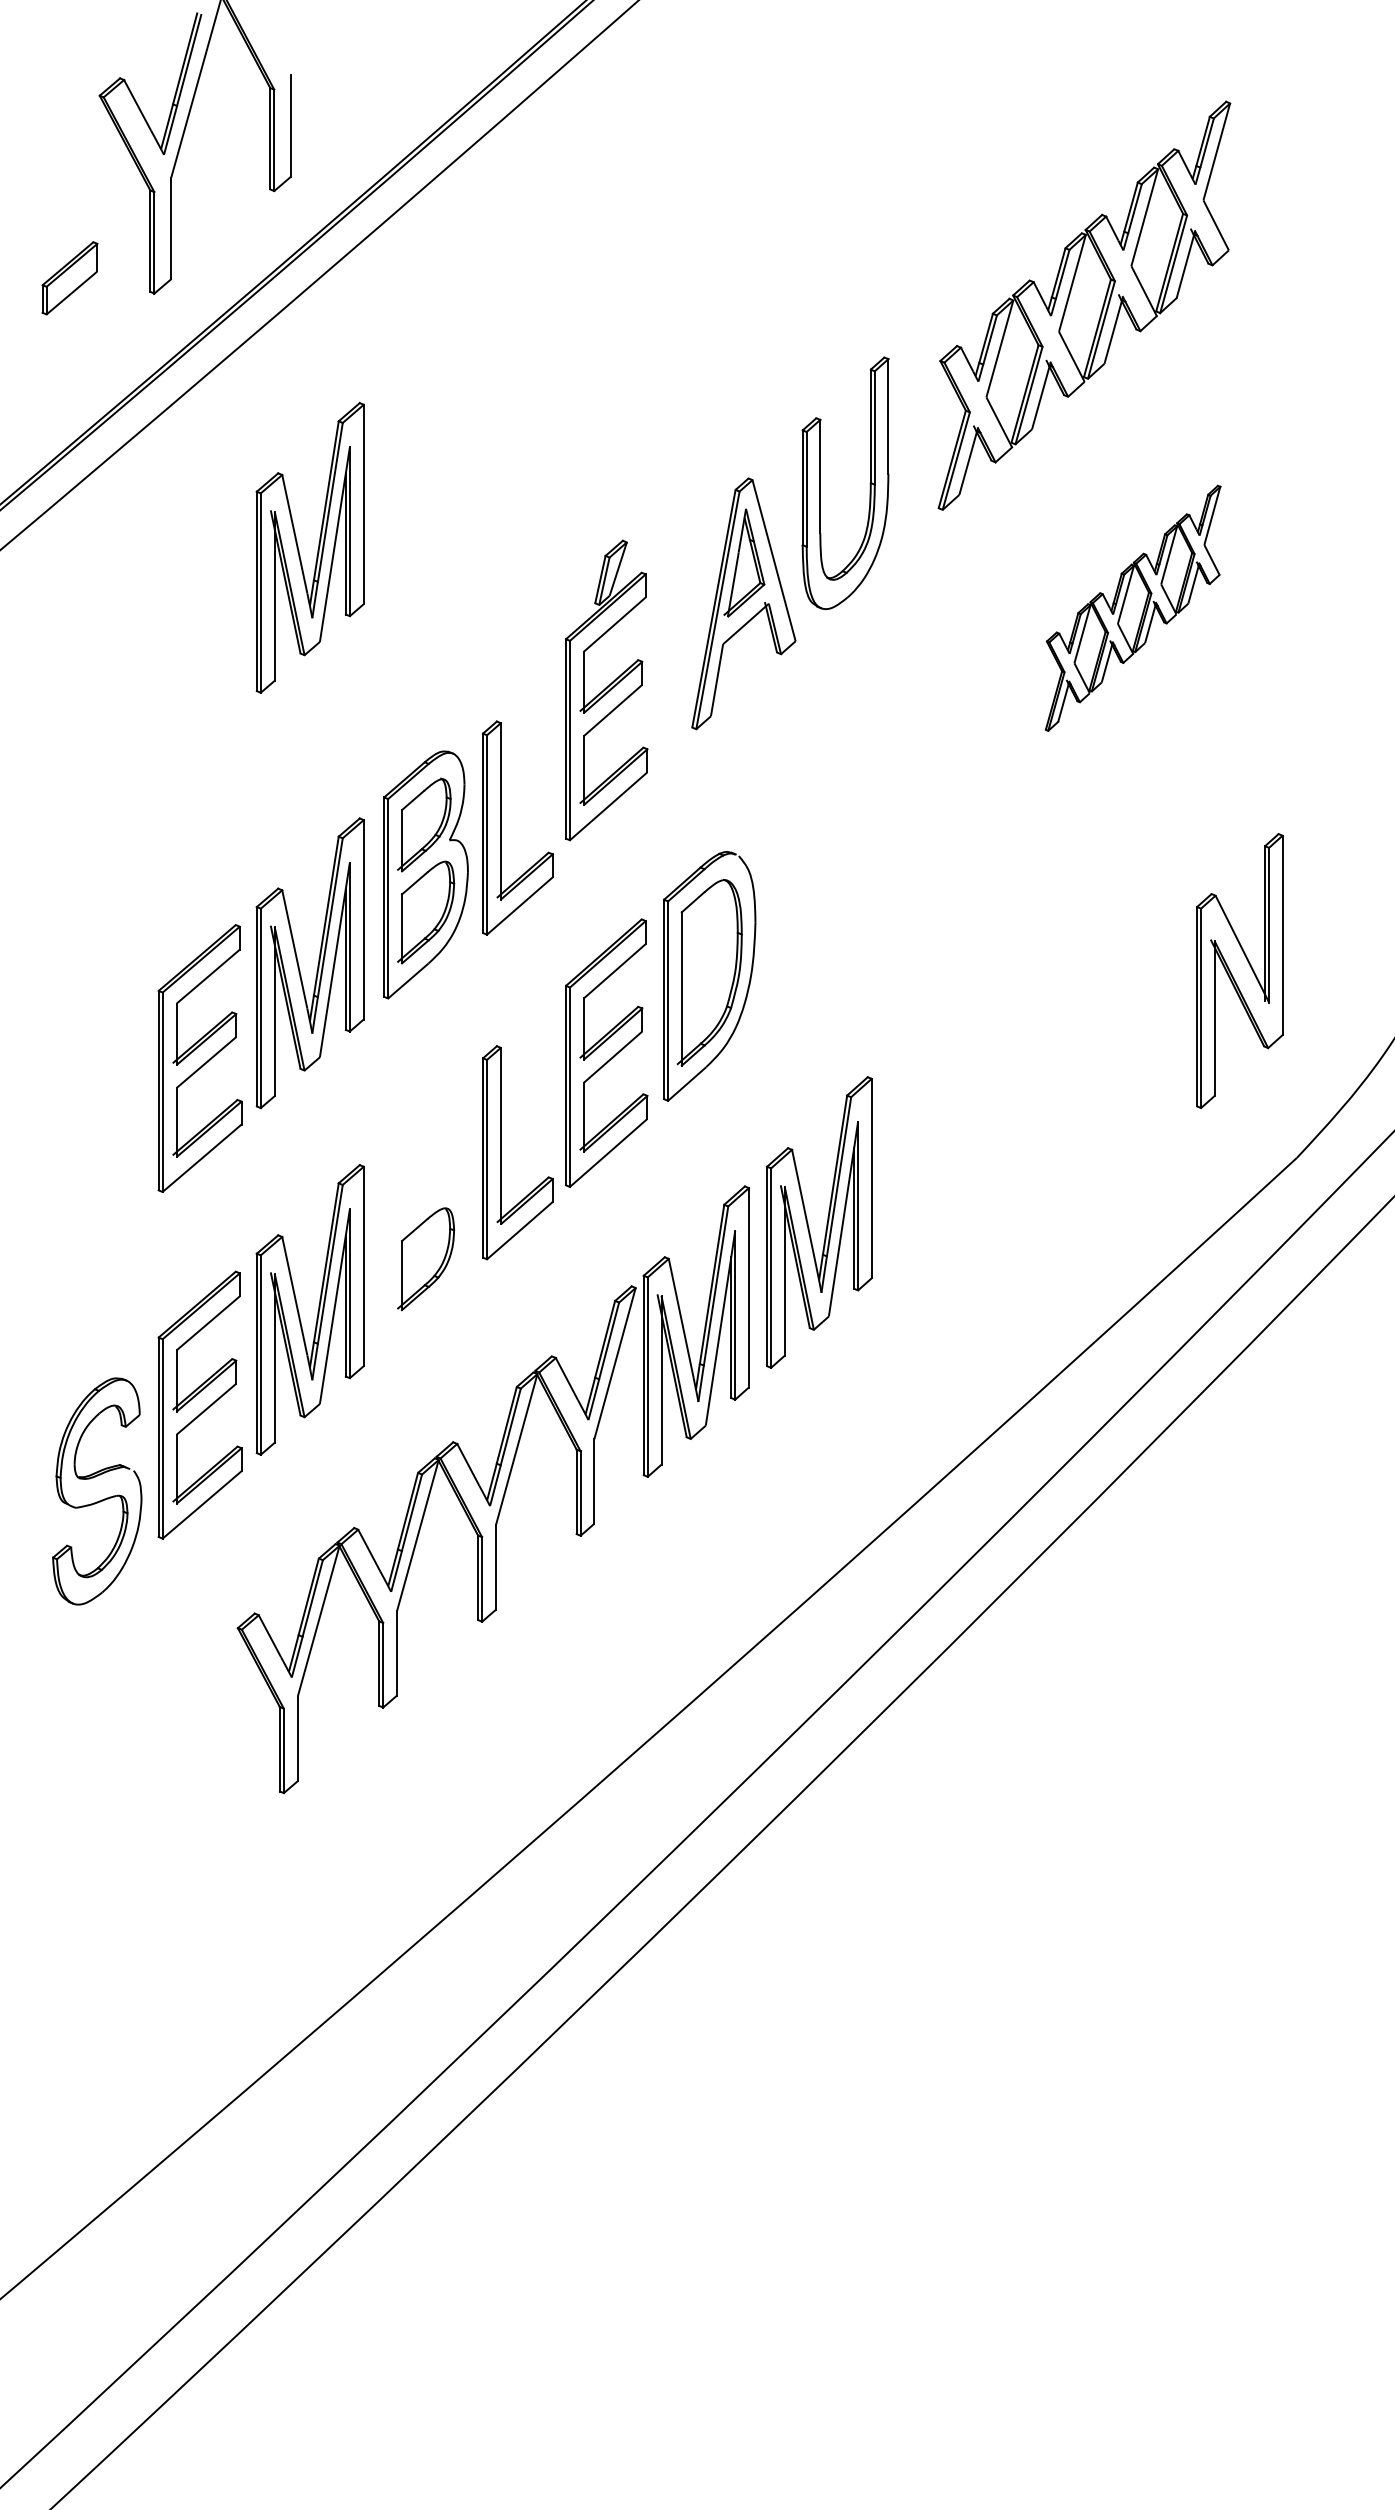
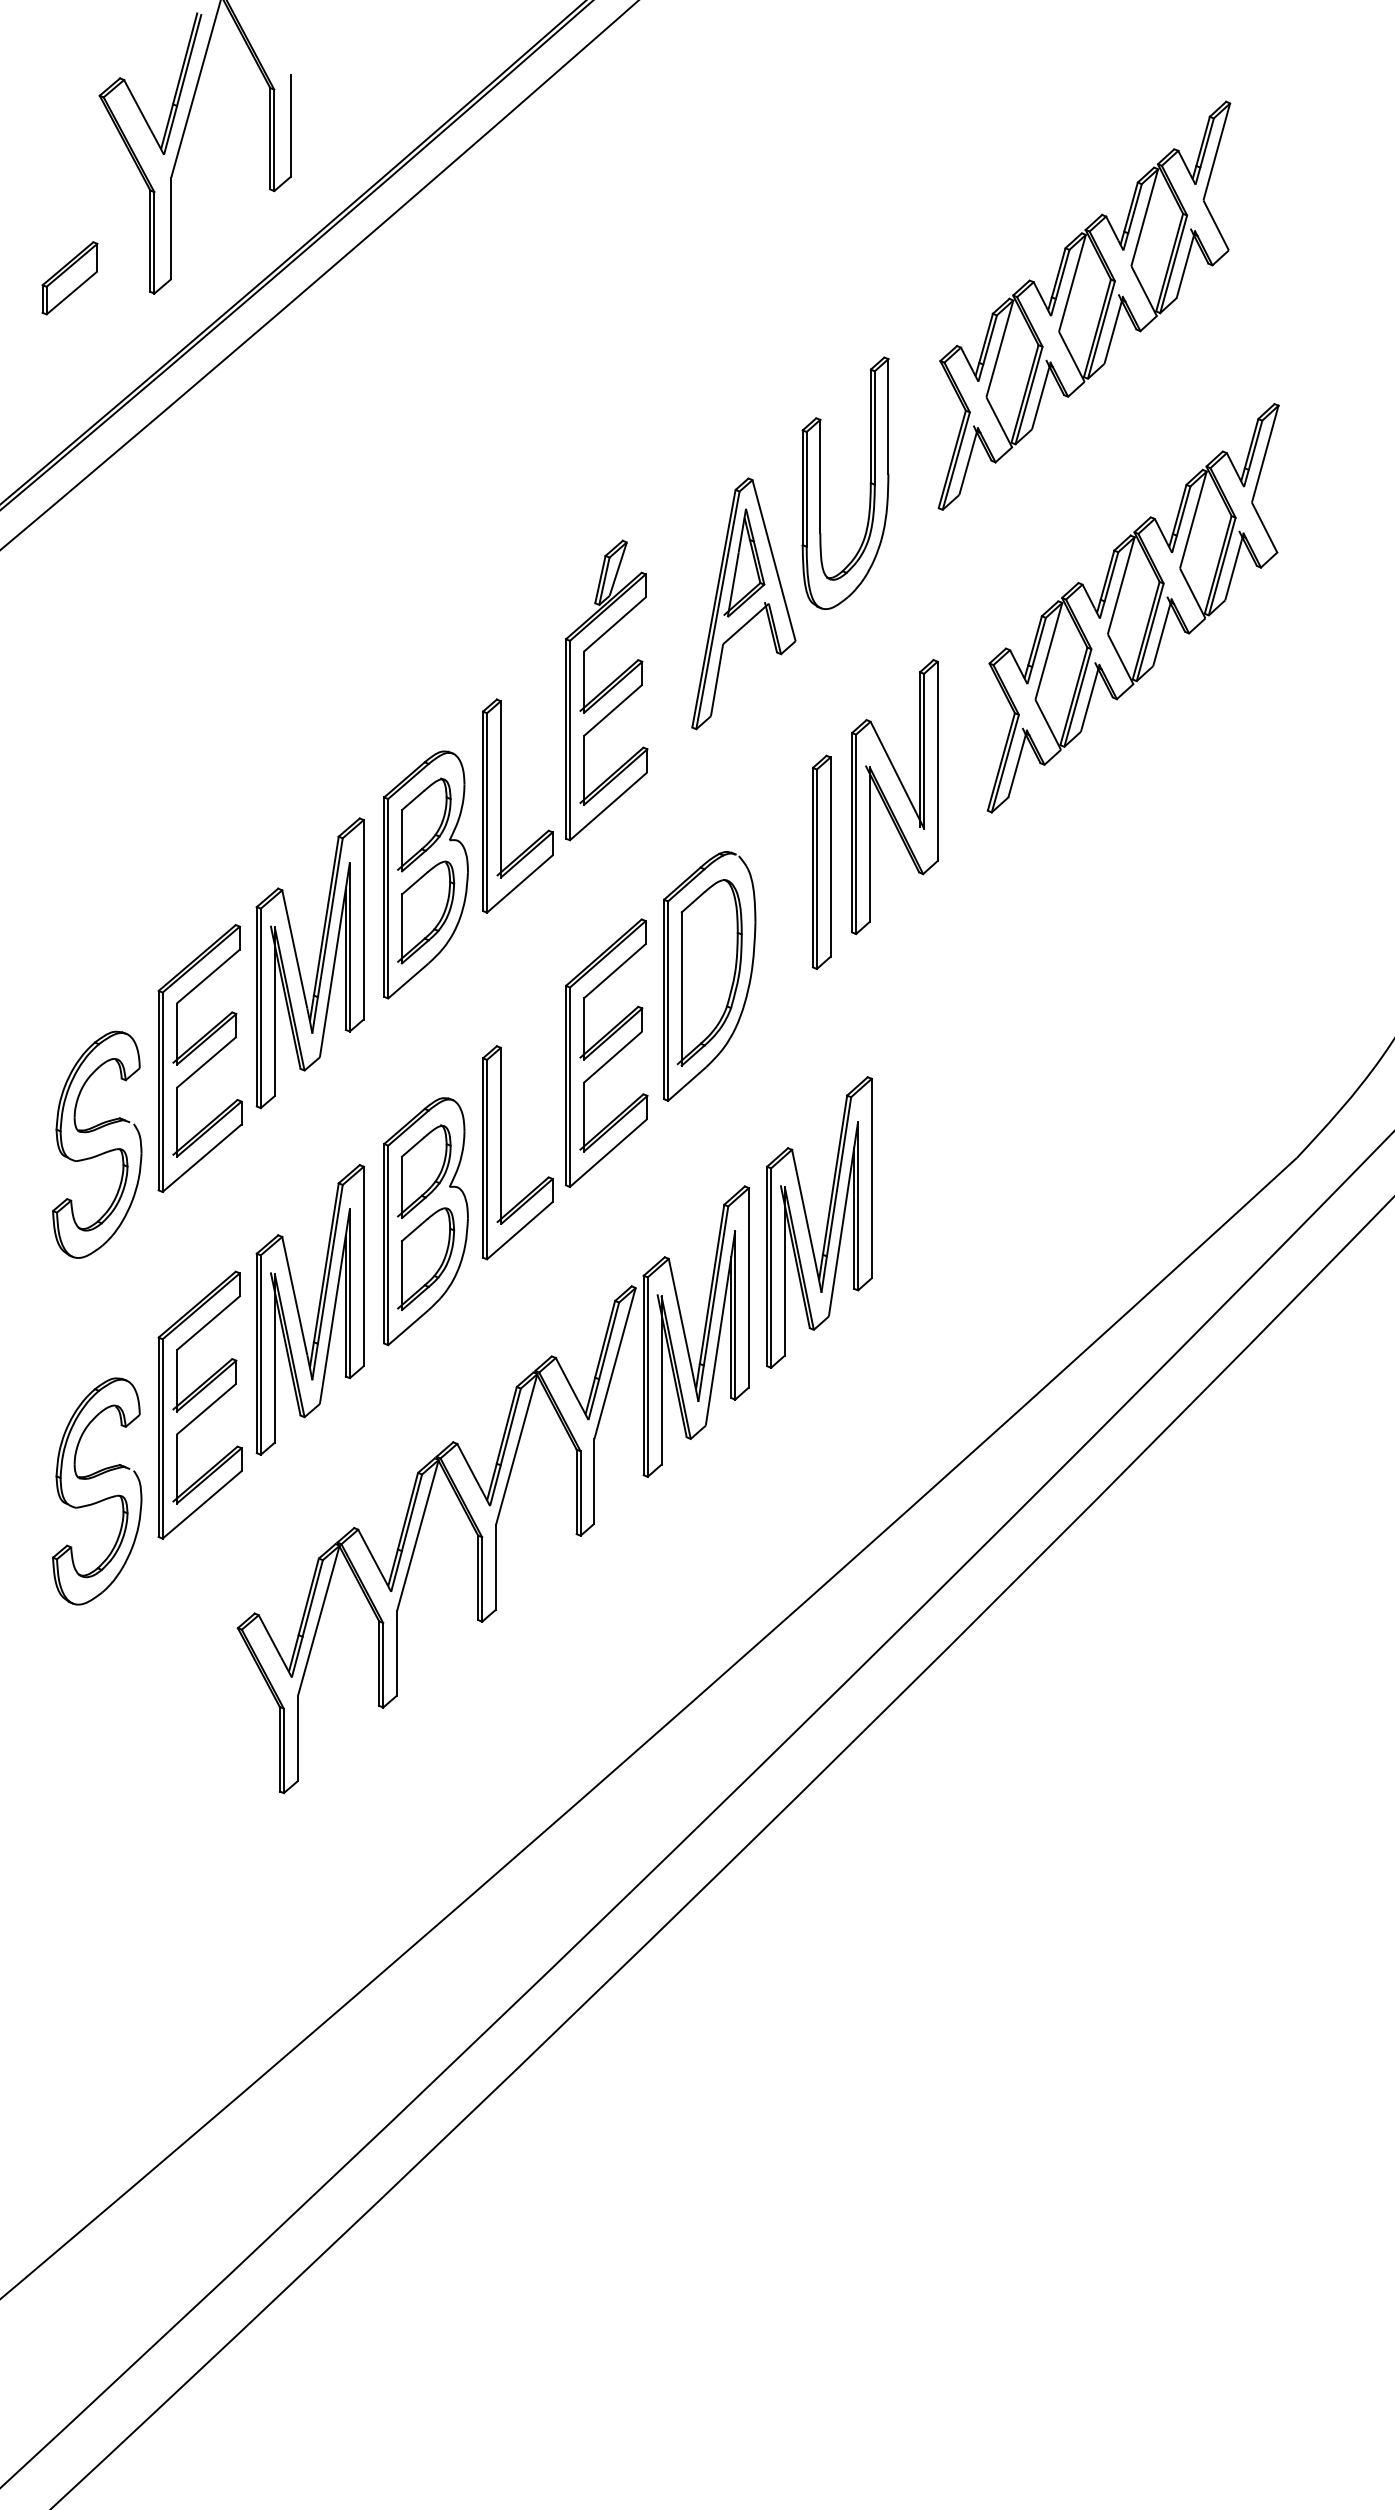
part at (317, 549): present -> none
part at (1132, 607) size: 178x248 px -> 294x411 px
part at (501, 827) position: (501, 827) -> (501, 805)
part at (821, 861): none -> present
part at (1239, 971) position: (1239, 971) -> (894, 797)
part at (102, 1152): none -> present
part at (425, 1221): none -> present
